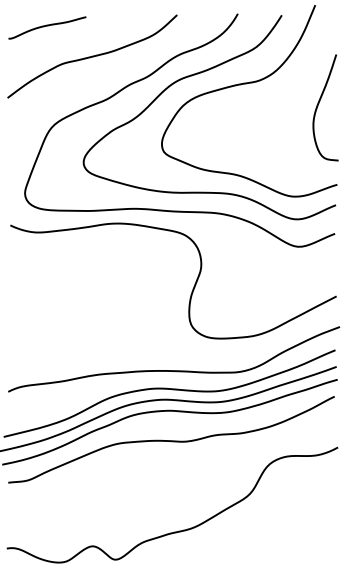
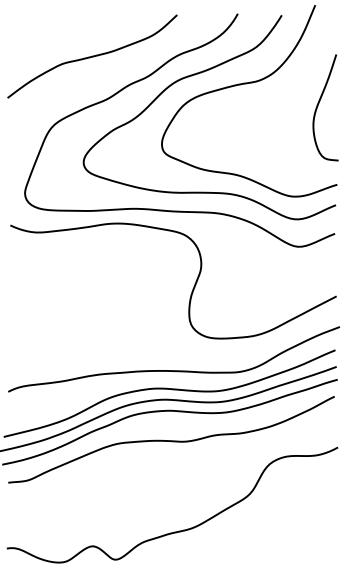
curve at (47, 26): present -> none
